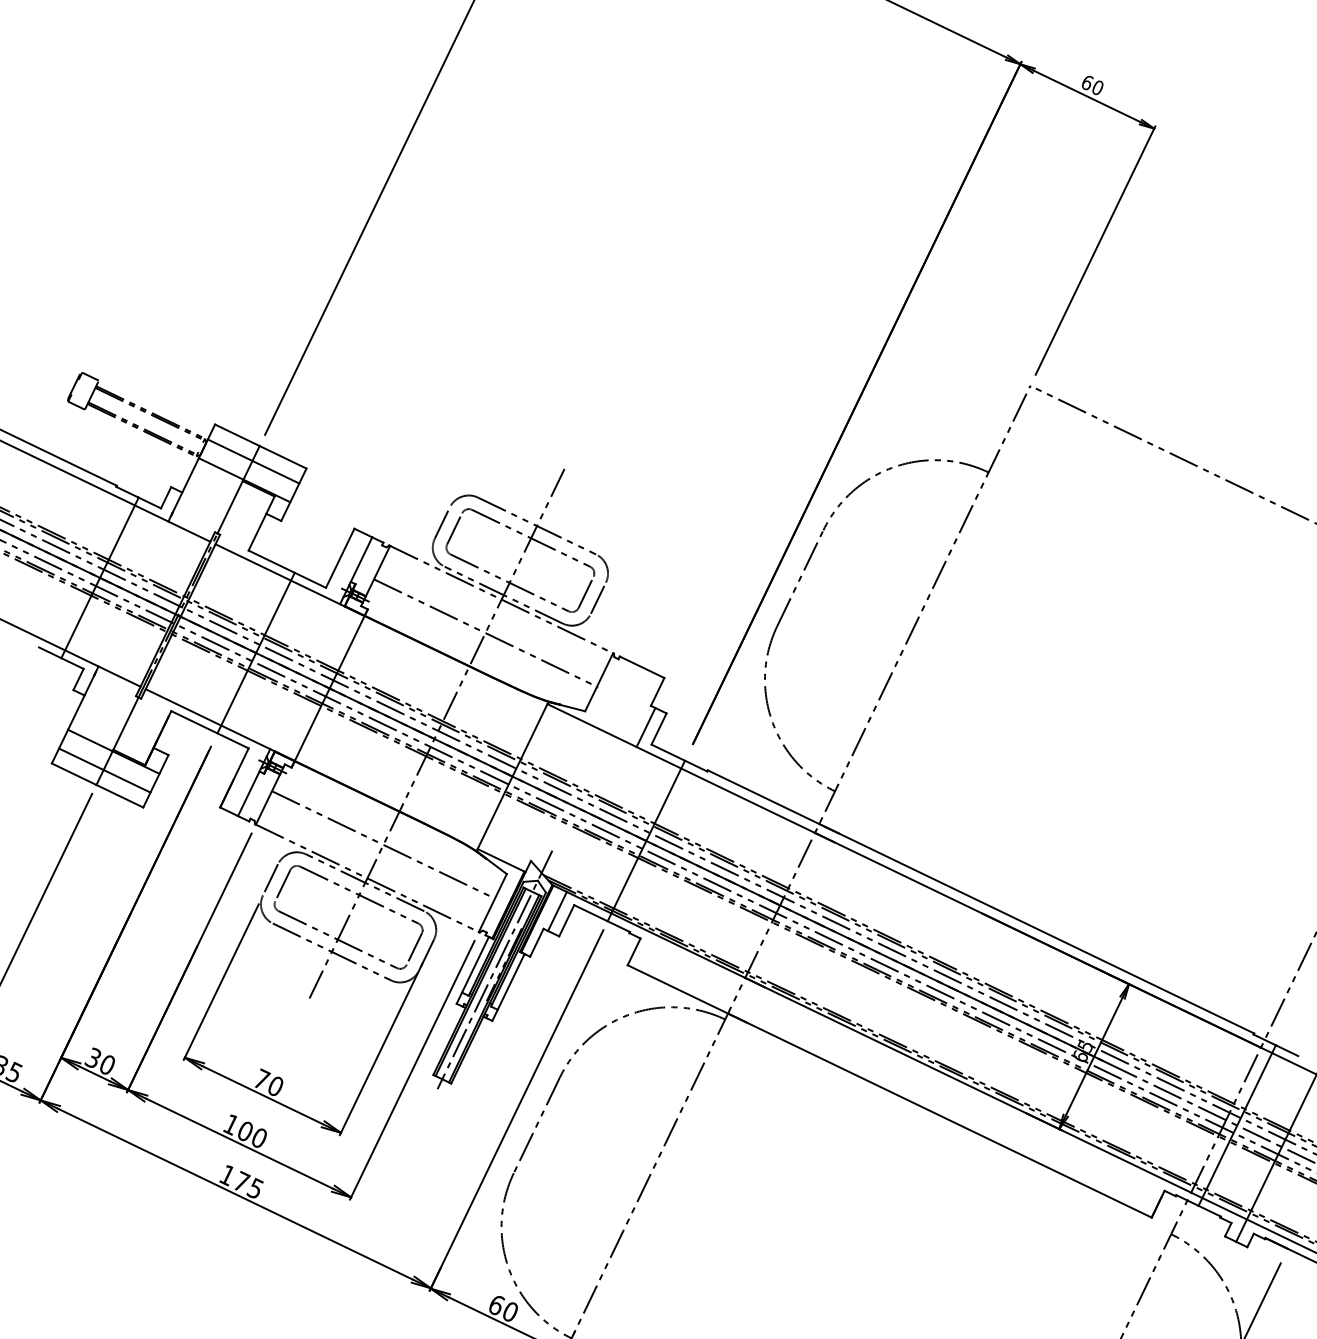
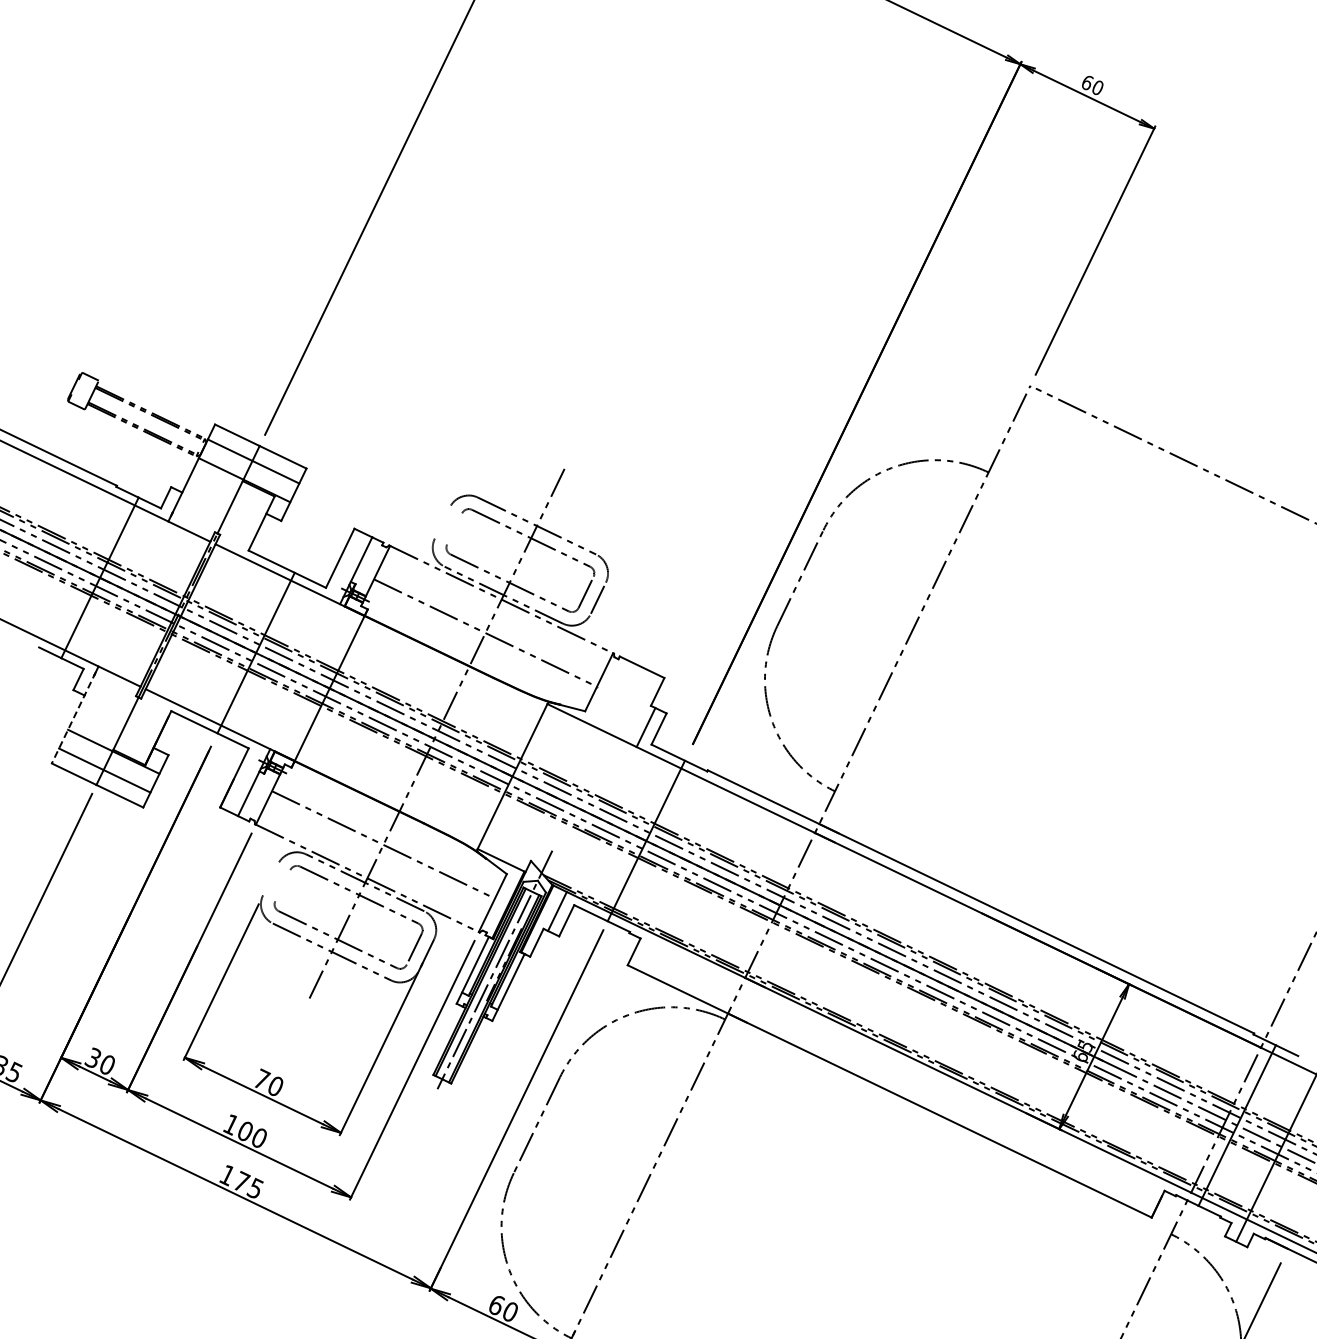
line at (441, 522): present -> none
line at (454, 528): present -> none
line at (73, 717): solid -> dashed
line at (270, 879): present -> none
line at (282, 885): present -> none
